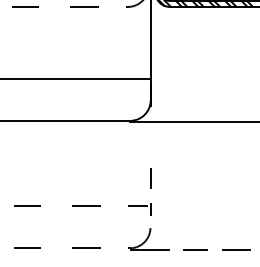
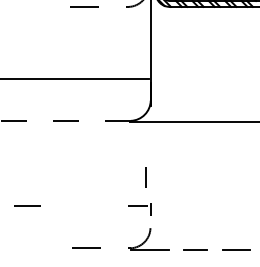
line at (25, 6): present -> none
line at (65, 120): solid -> dashed
line at (150, 178) position: (150, 178) -> (145, 177)
line at (85, 205): present -> none
line at (27, 248): present -> none
